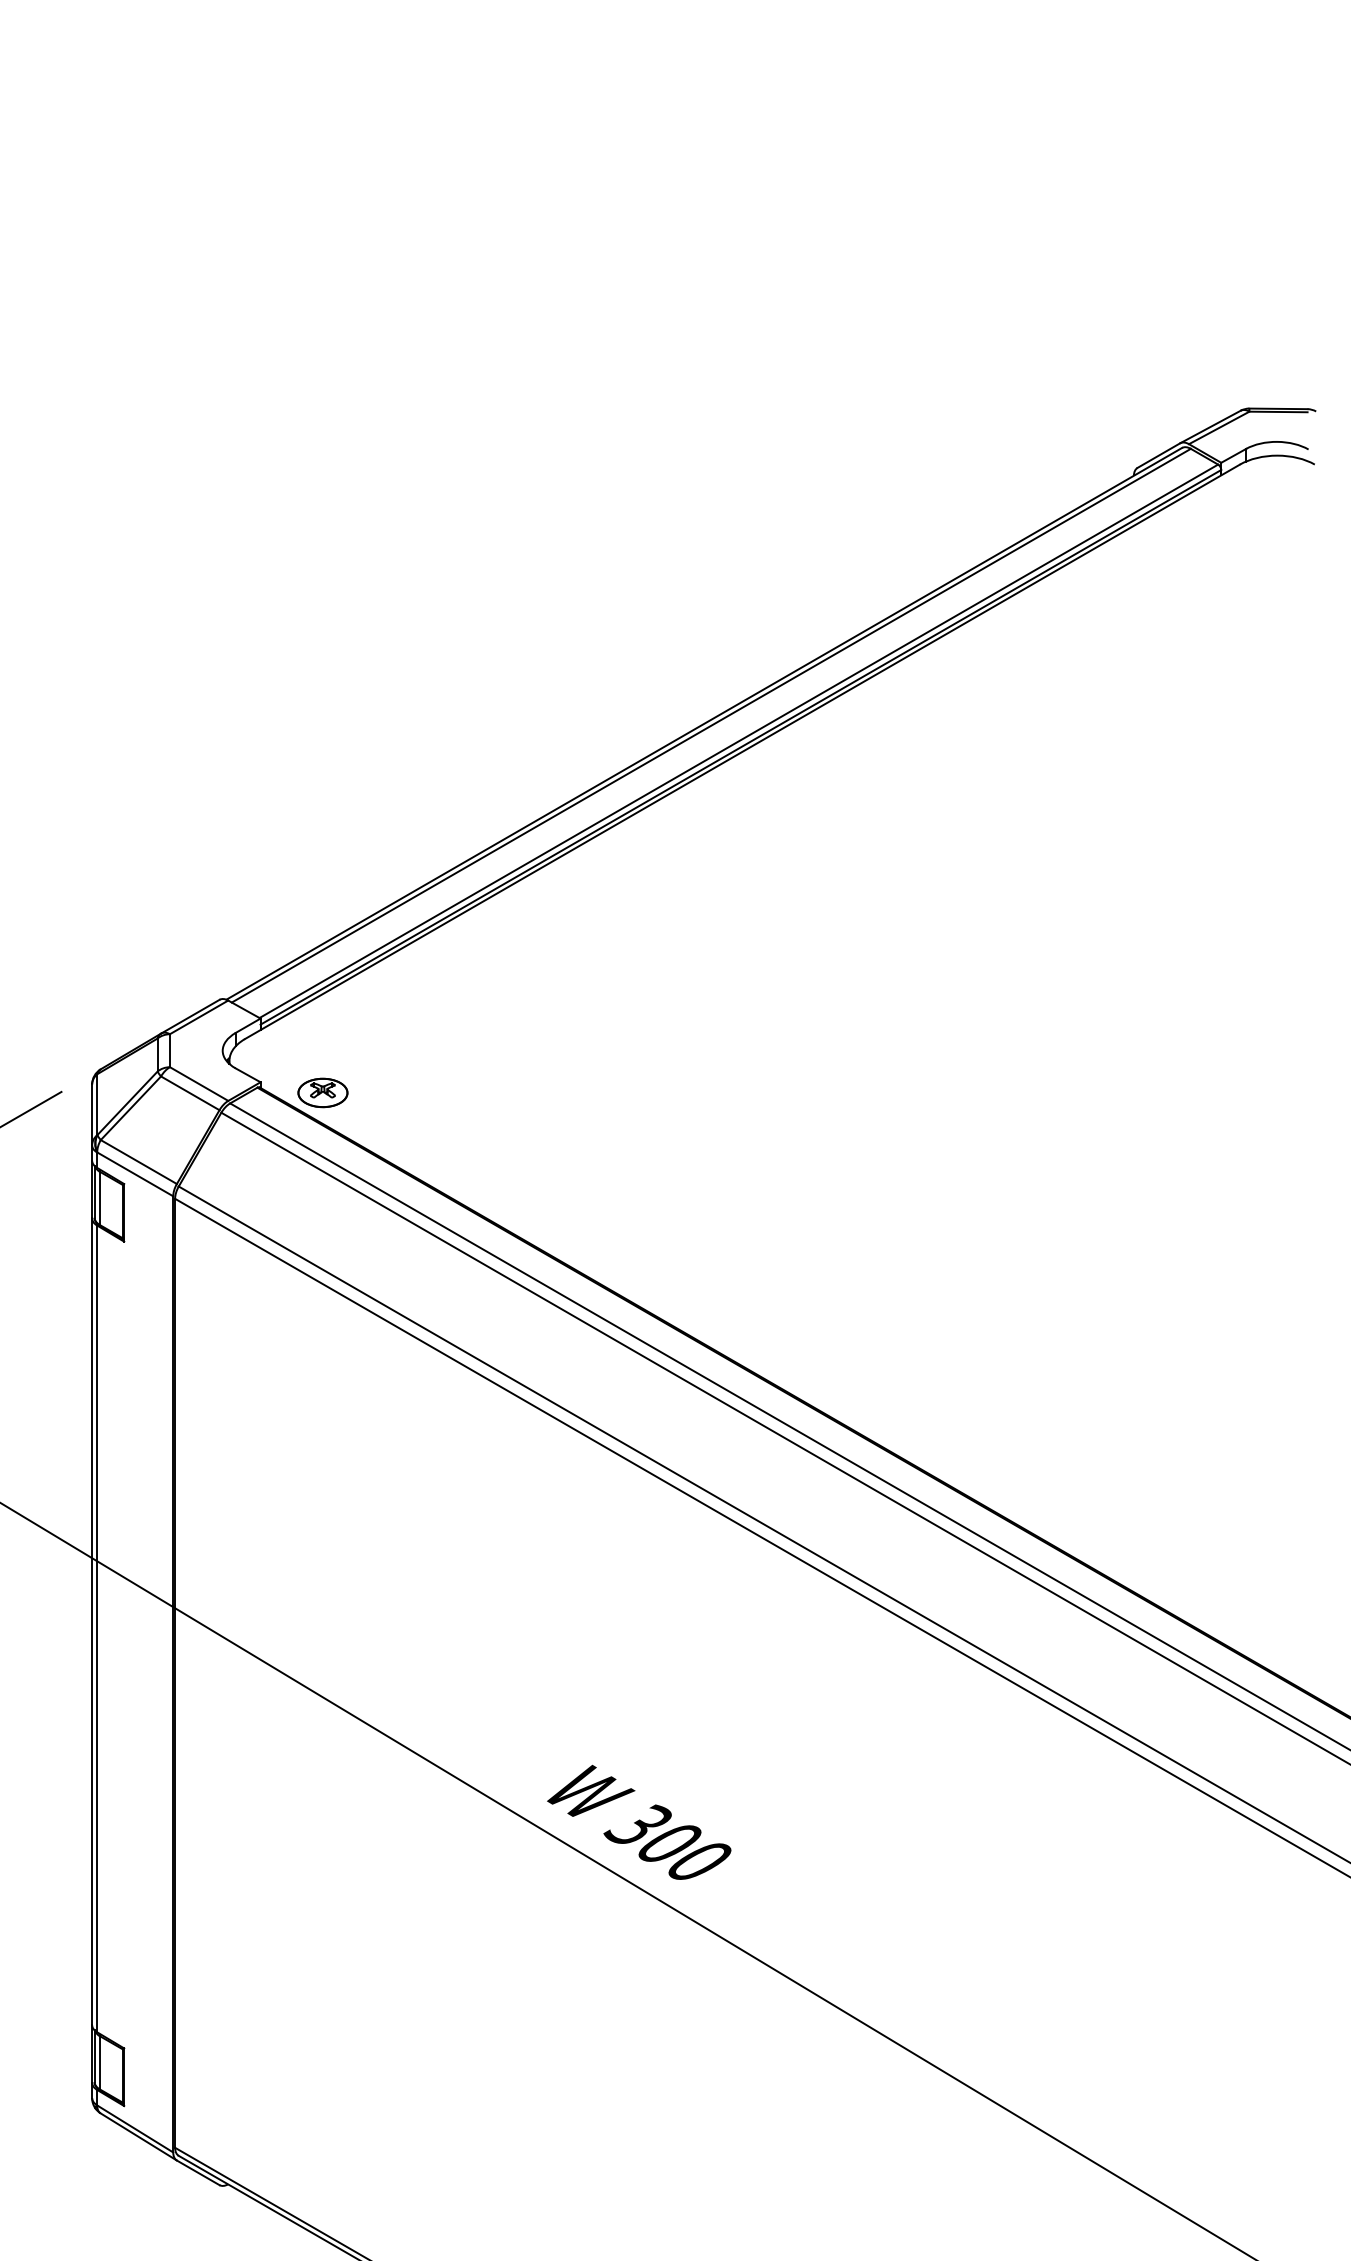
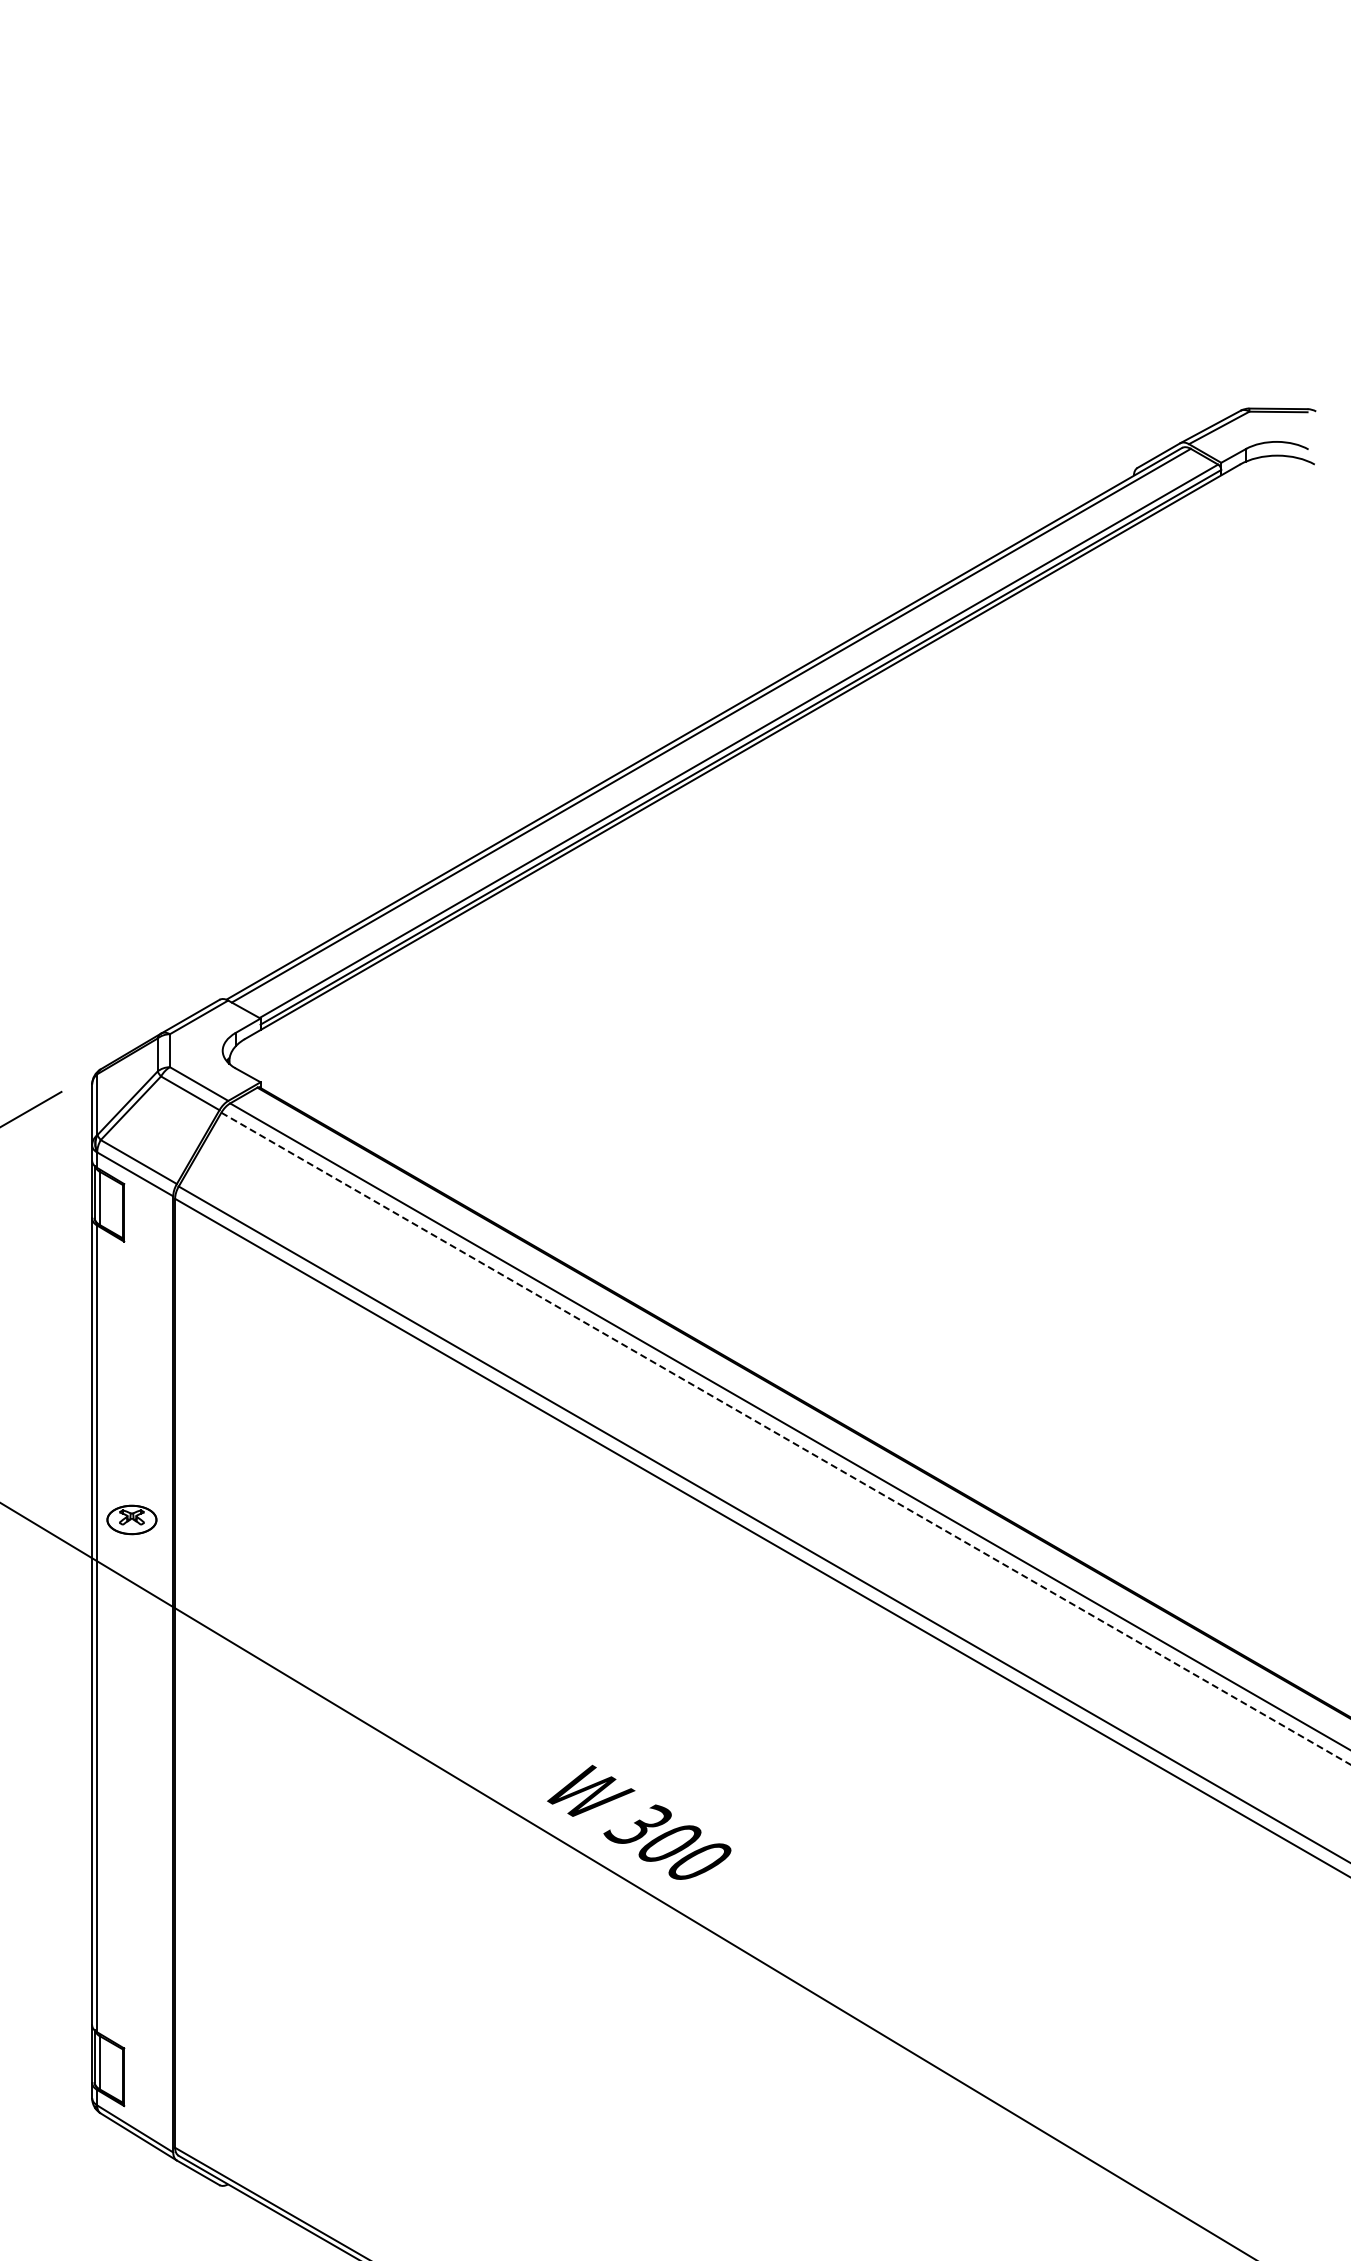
part at (322, 1092) position: (322, 1092) -> (131, 1519)
line at (785, 1438): solid -> dashed
